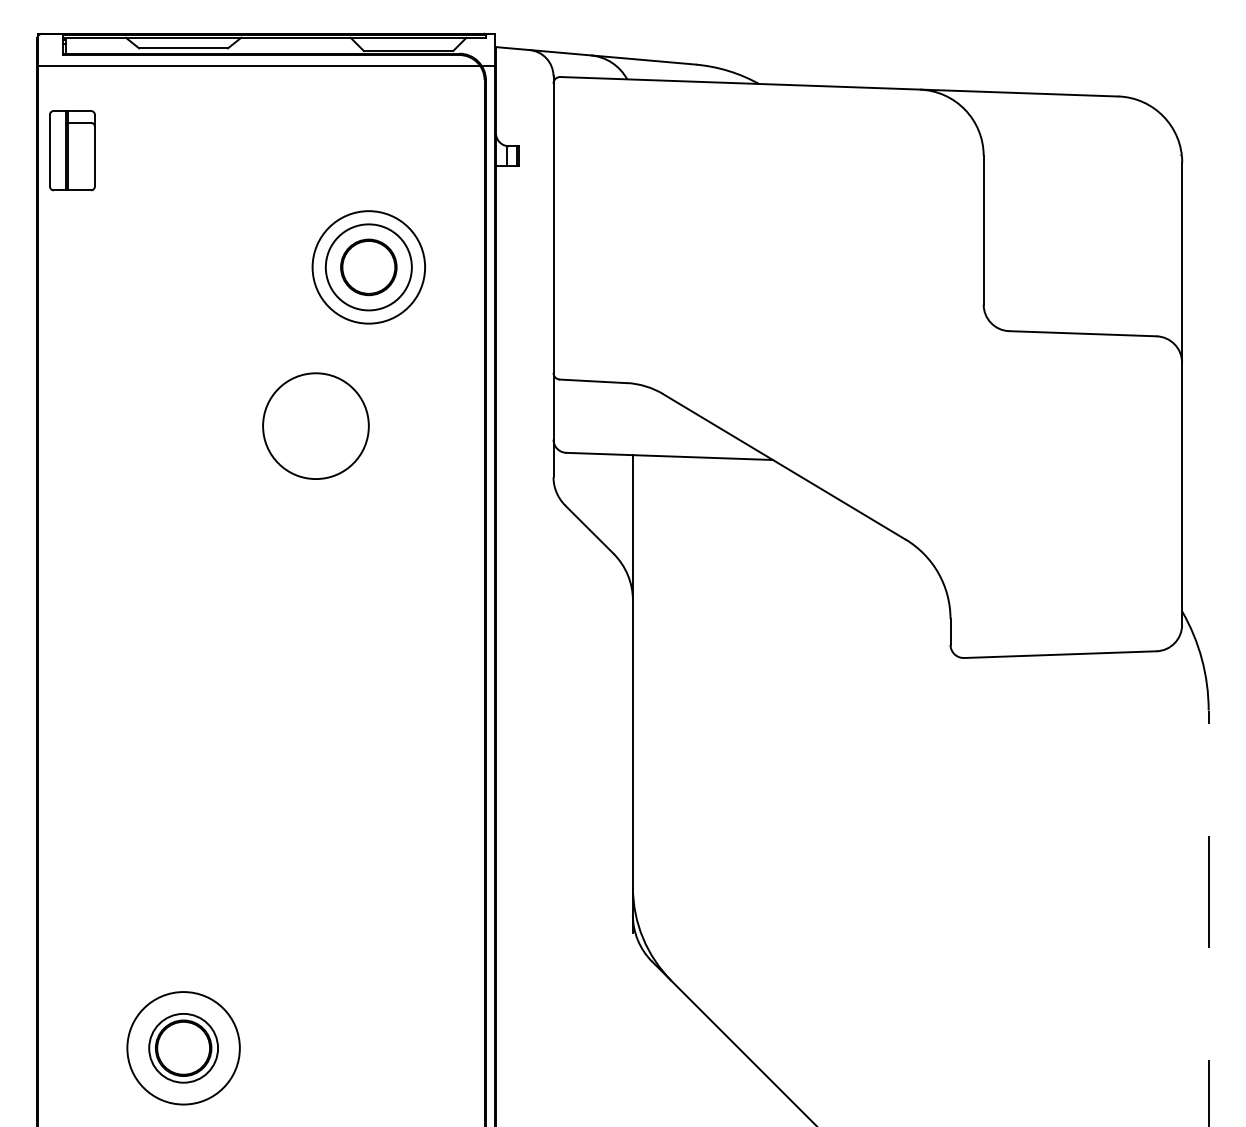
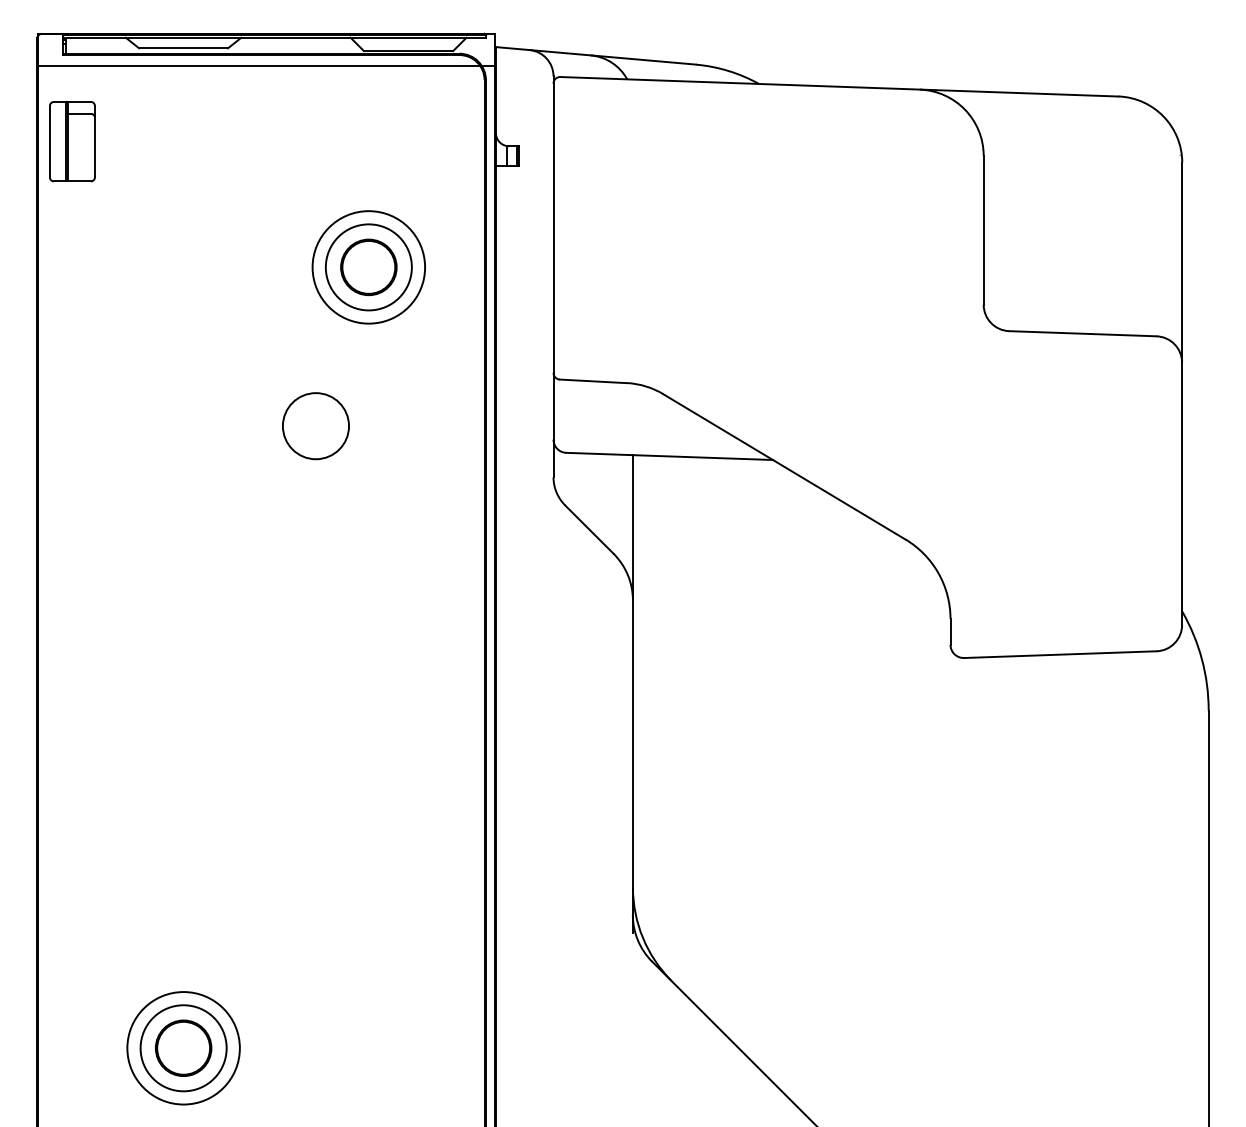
part at (72, 150) position: (72, 150) -> (72, 141)
circle at (315, 426) diameter: 106 px -> 66 px
line at (1208, 918): dashed -> solid
circle at (183, 1047) diameter: 69 px -> 86 px
